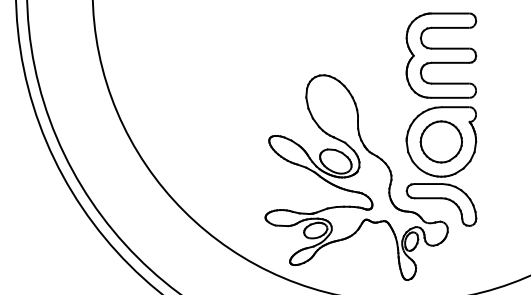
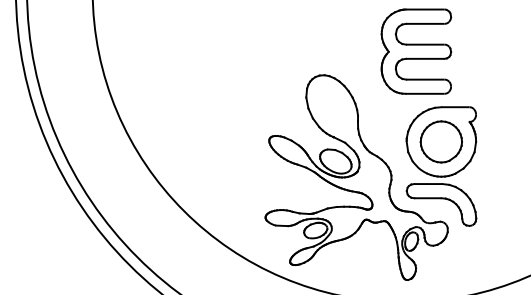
part at (441, 55) position: (441, 55) -> (416, 51)
